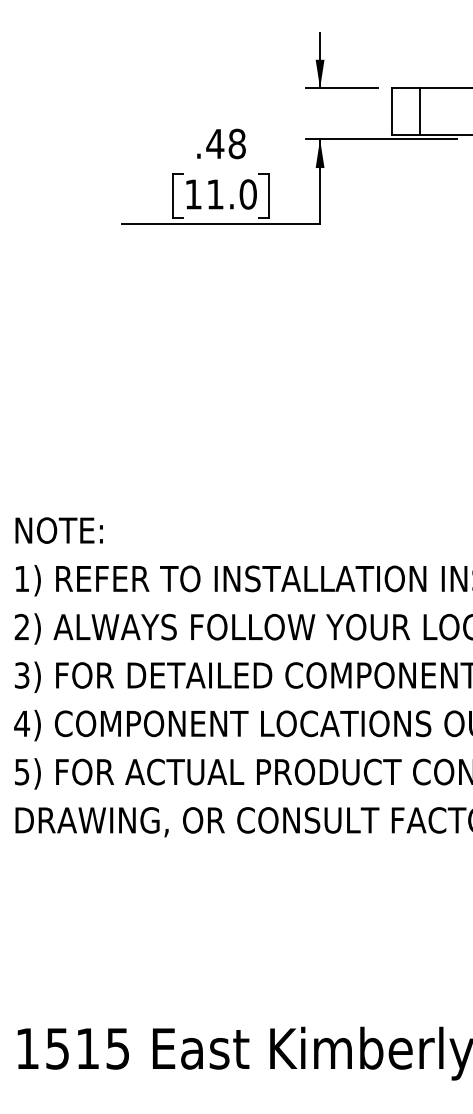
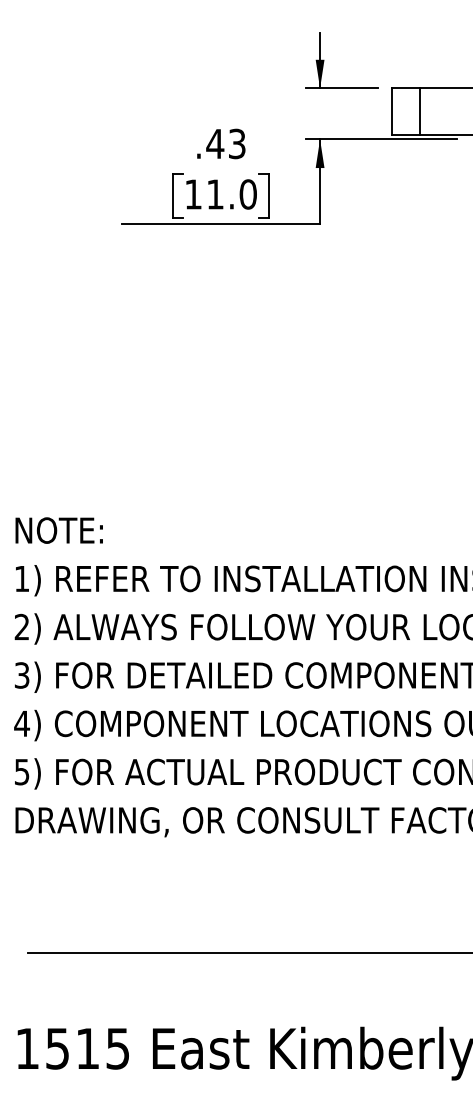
text at (236, 143): .48 -> .43
line at (248, 952): none -> present
